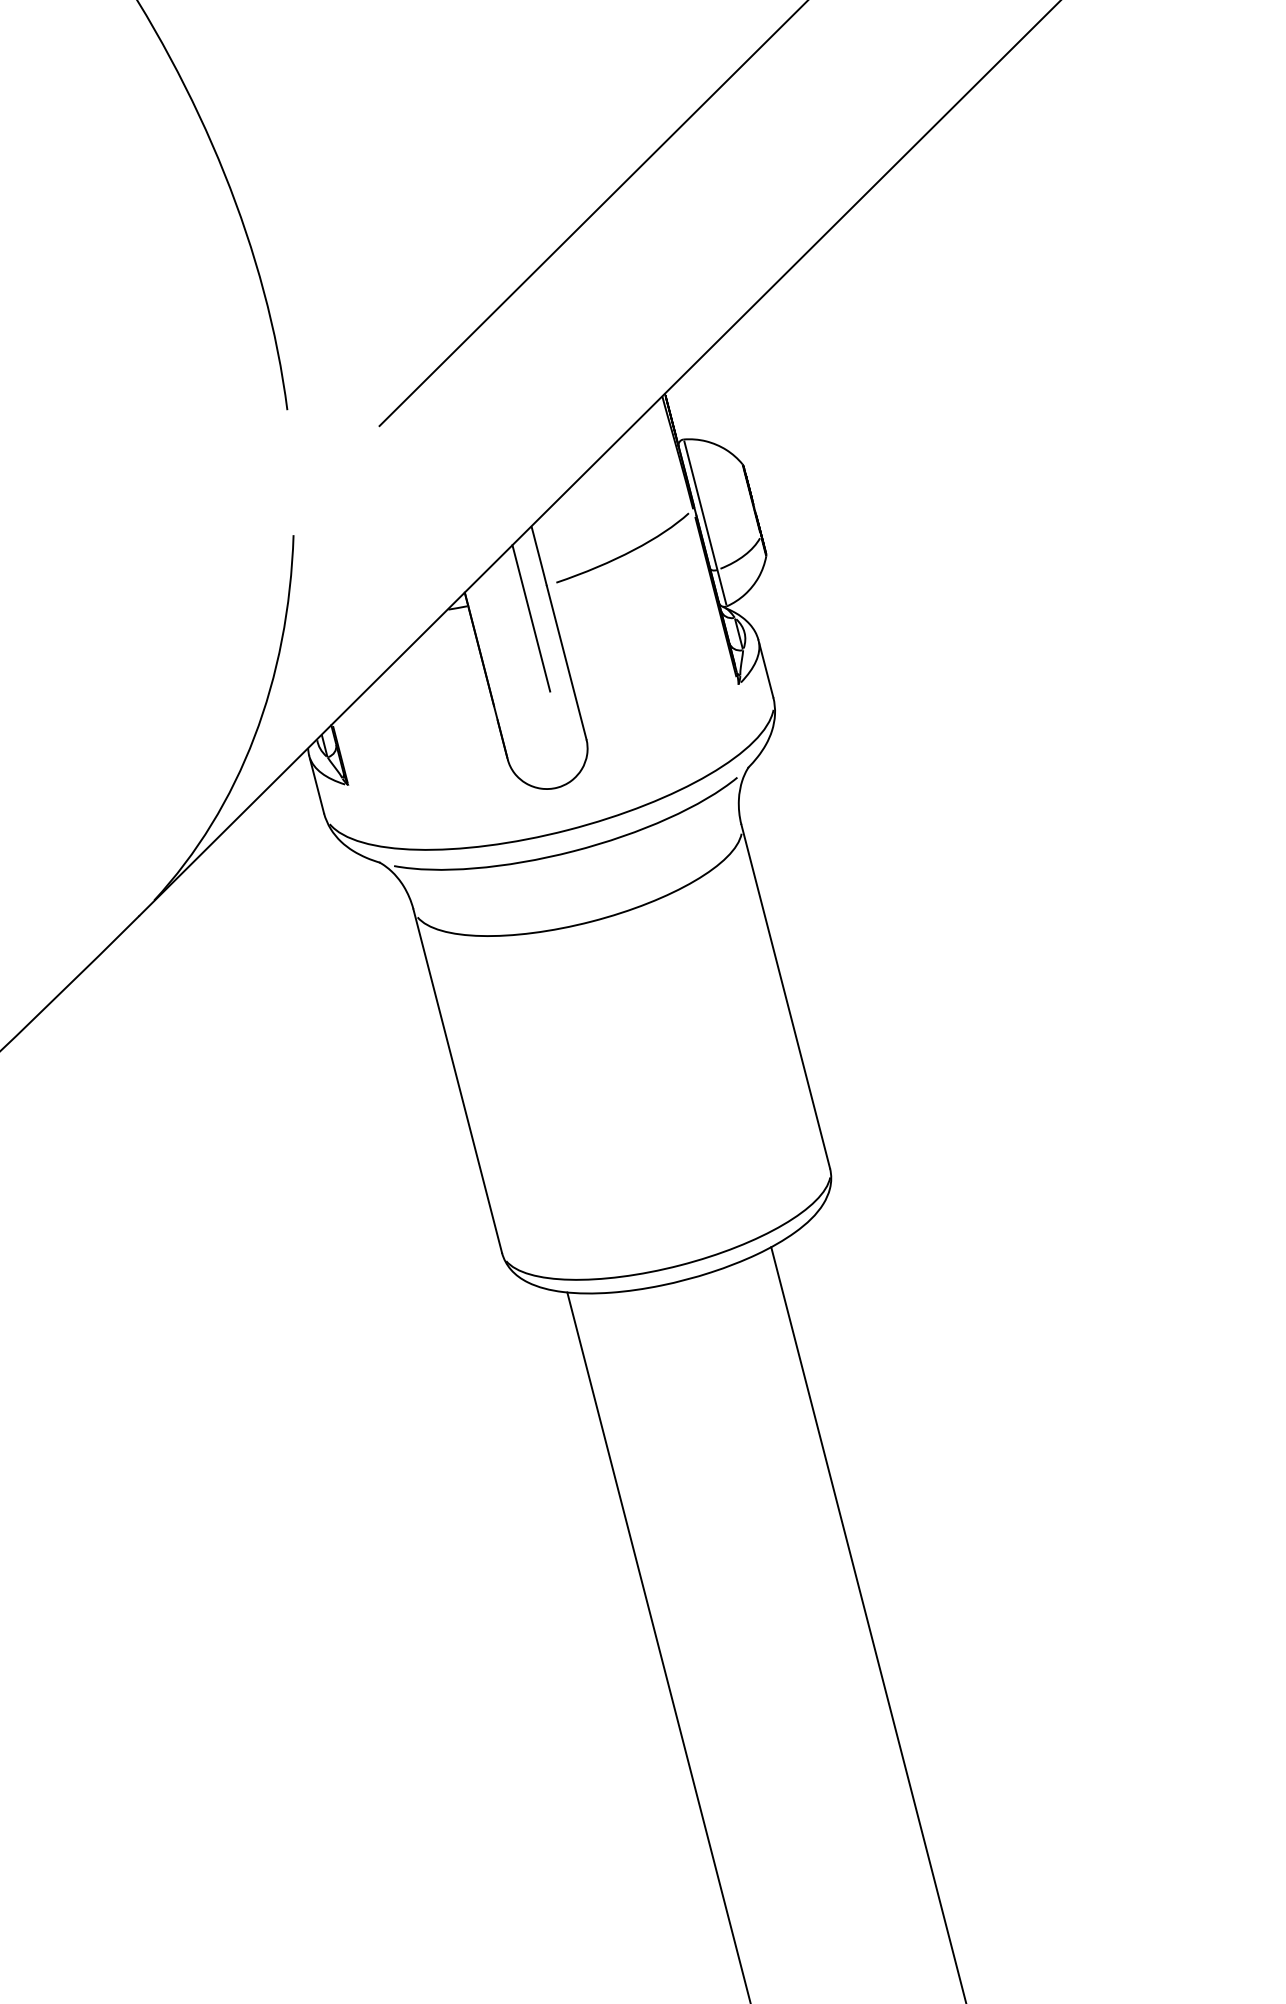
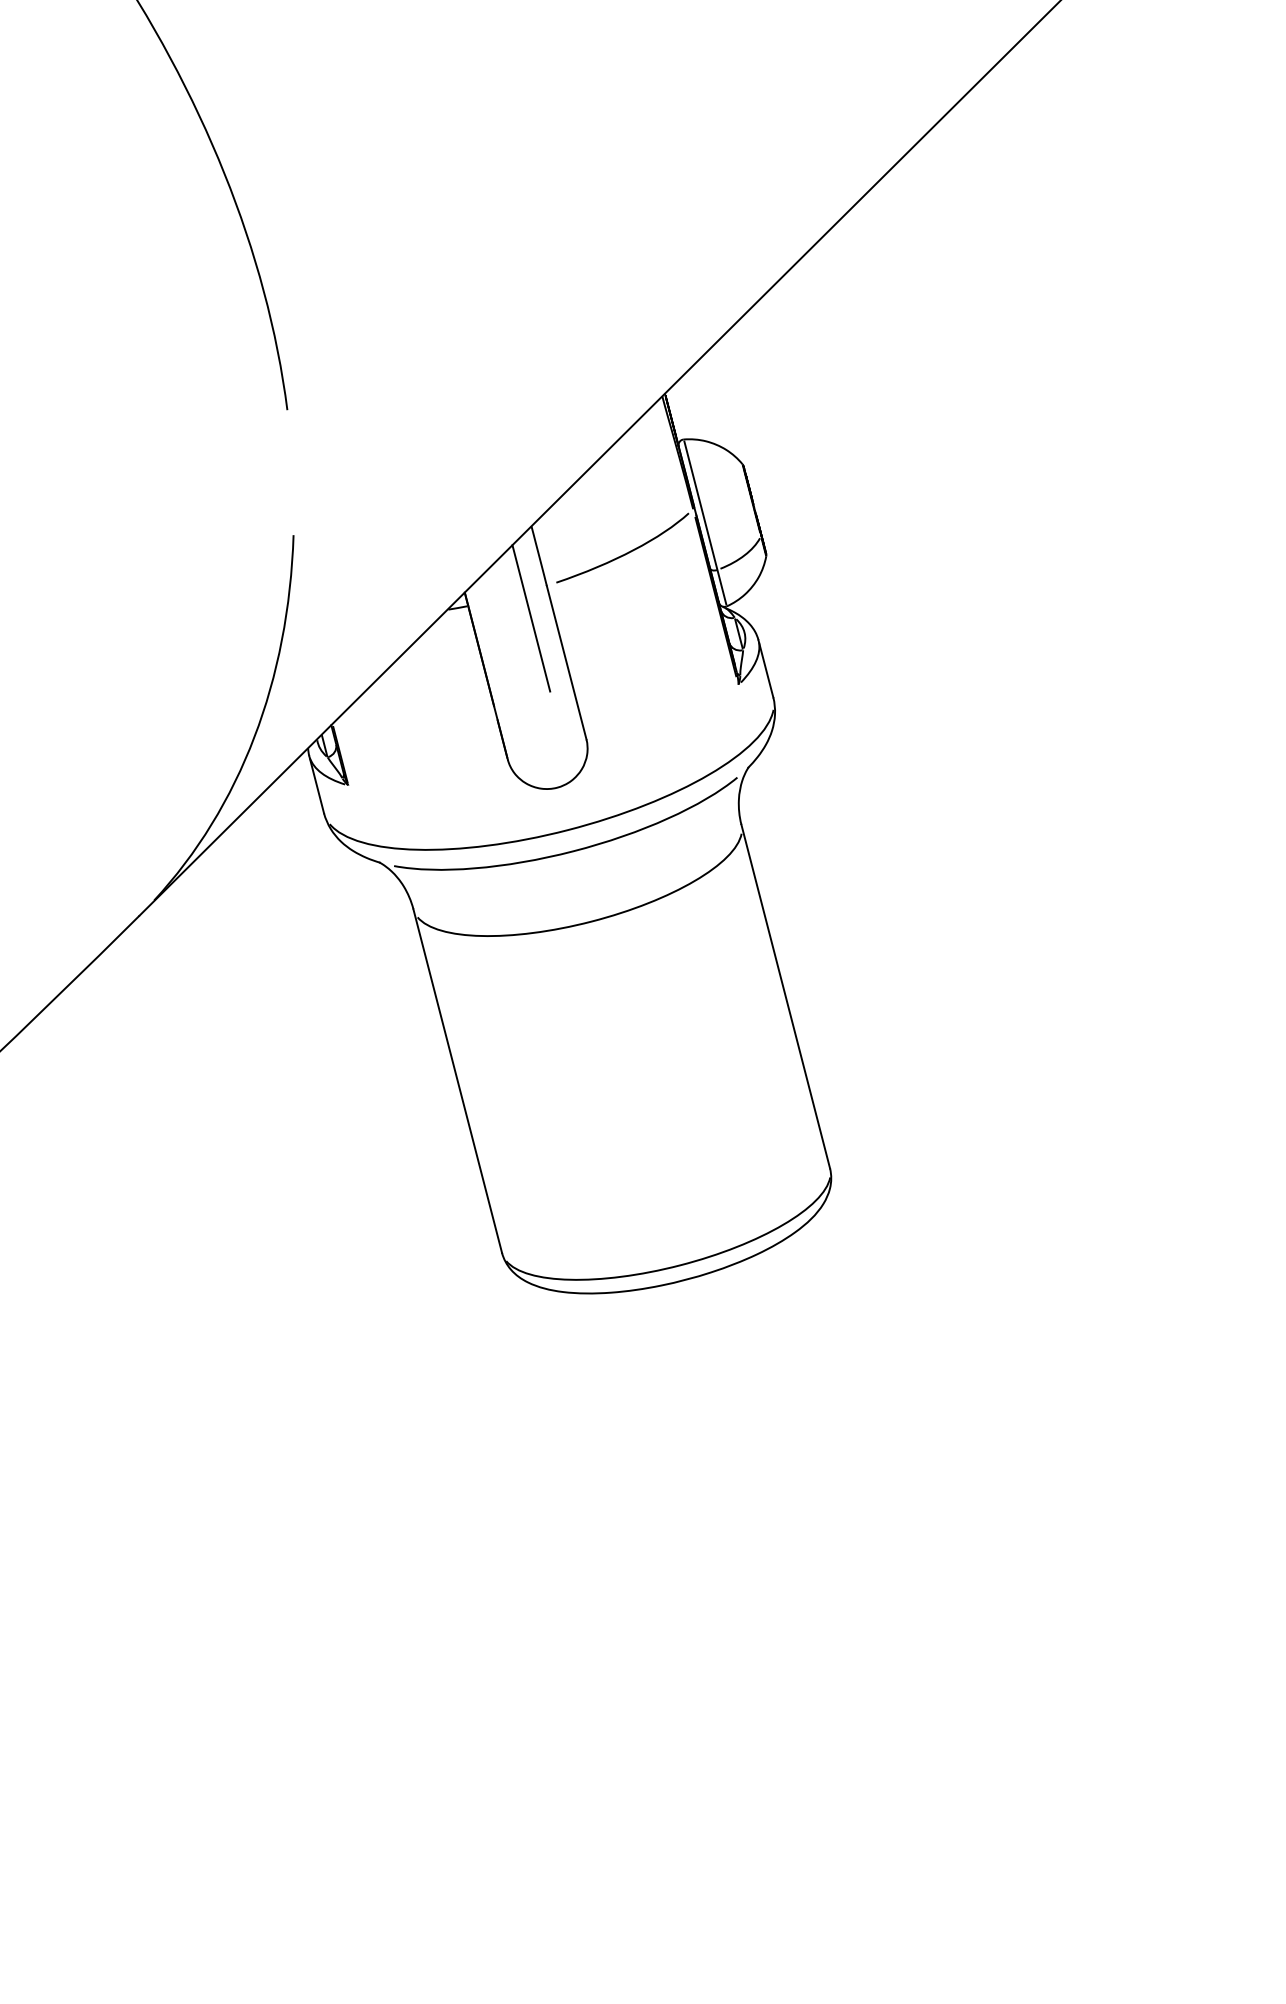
line at (592, 214): present -> none
line at (868, 1623): present -> none
line at (658, 1646): present -> none
